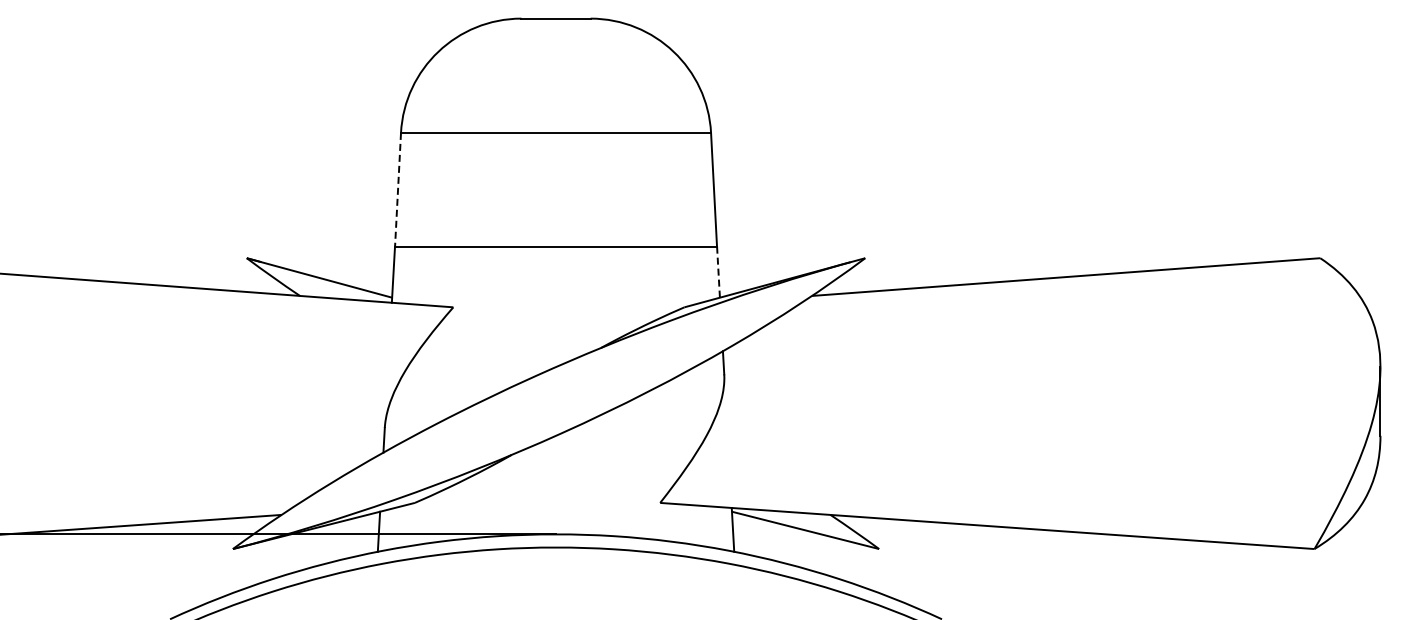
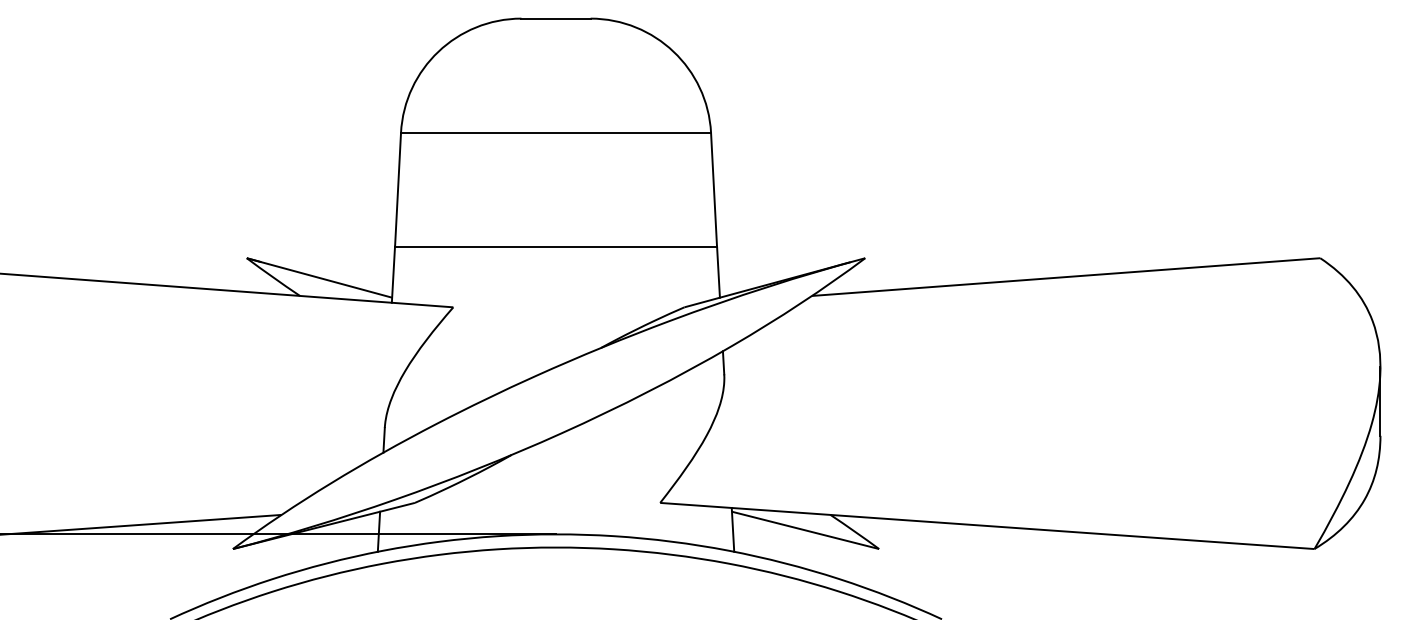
line at (398, 189): dashed -> solid
line at (718, 272): dashed -> solid
